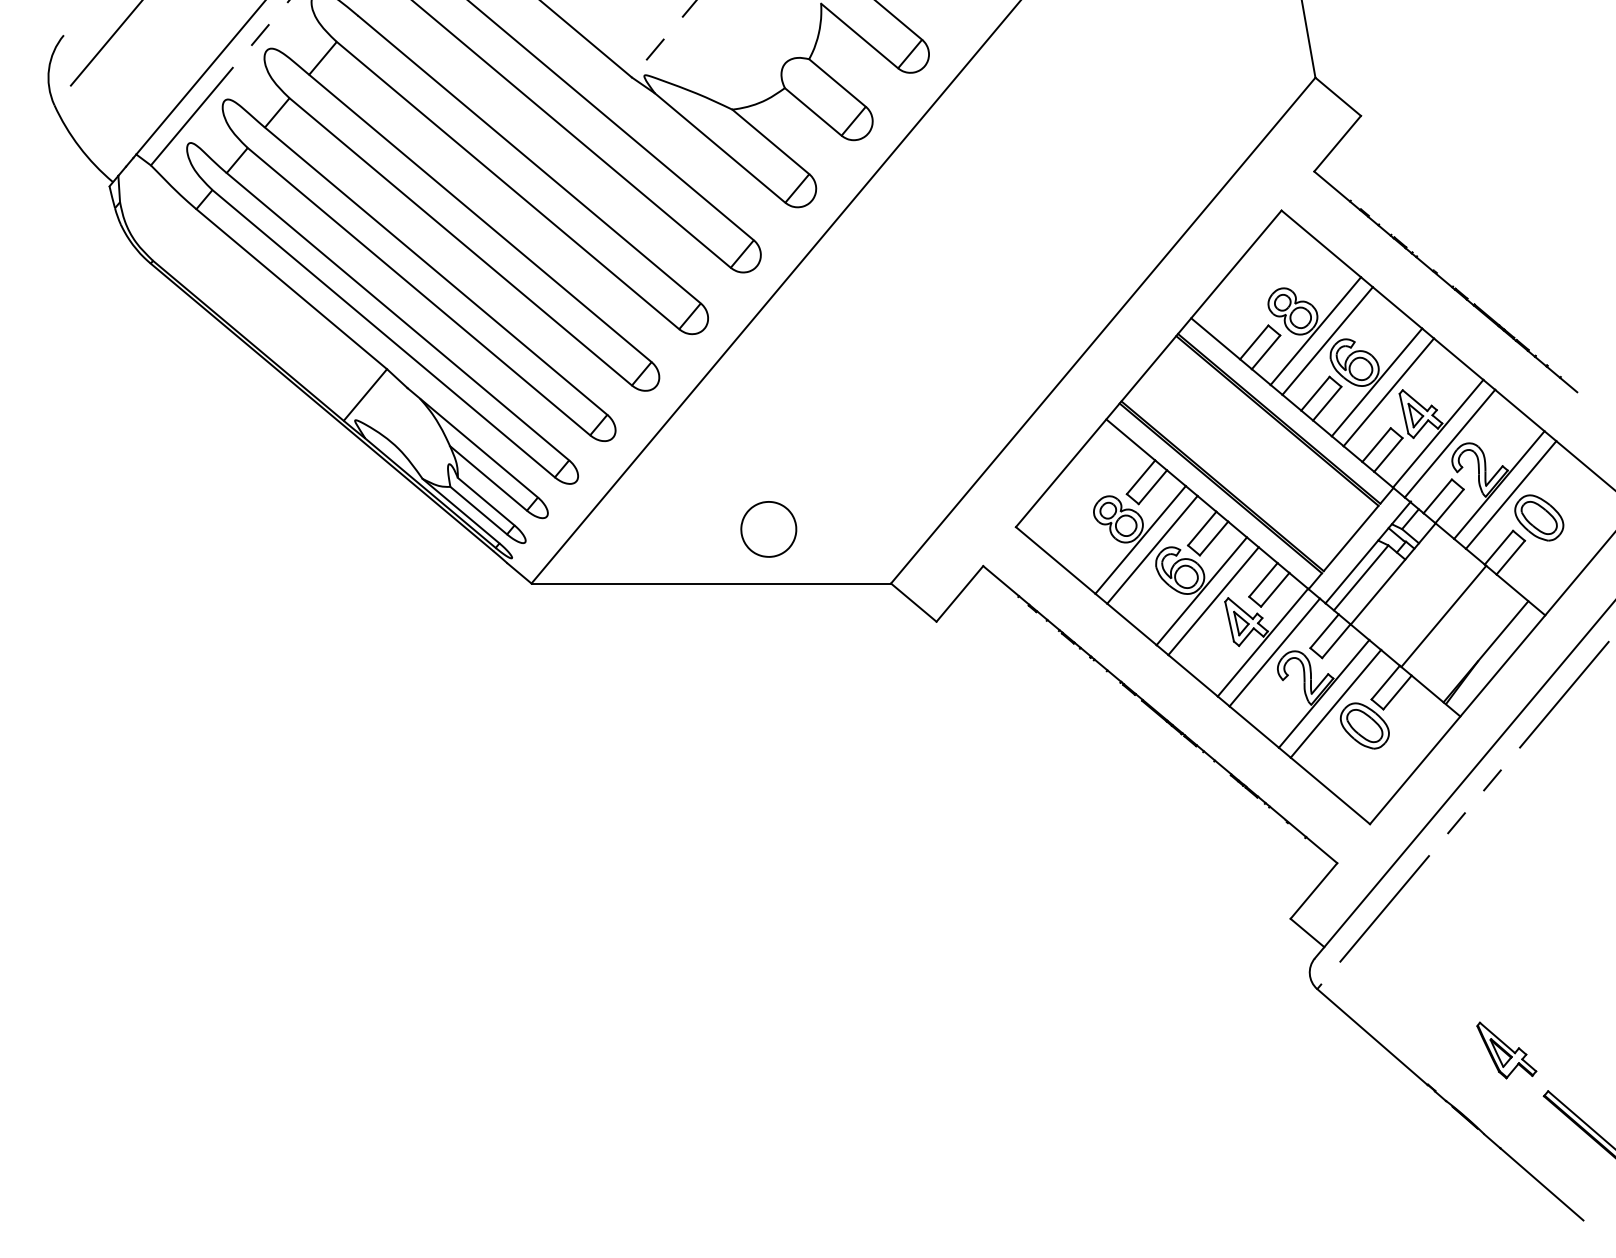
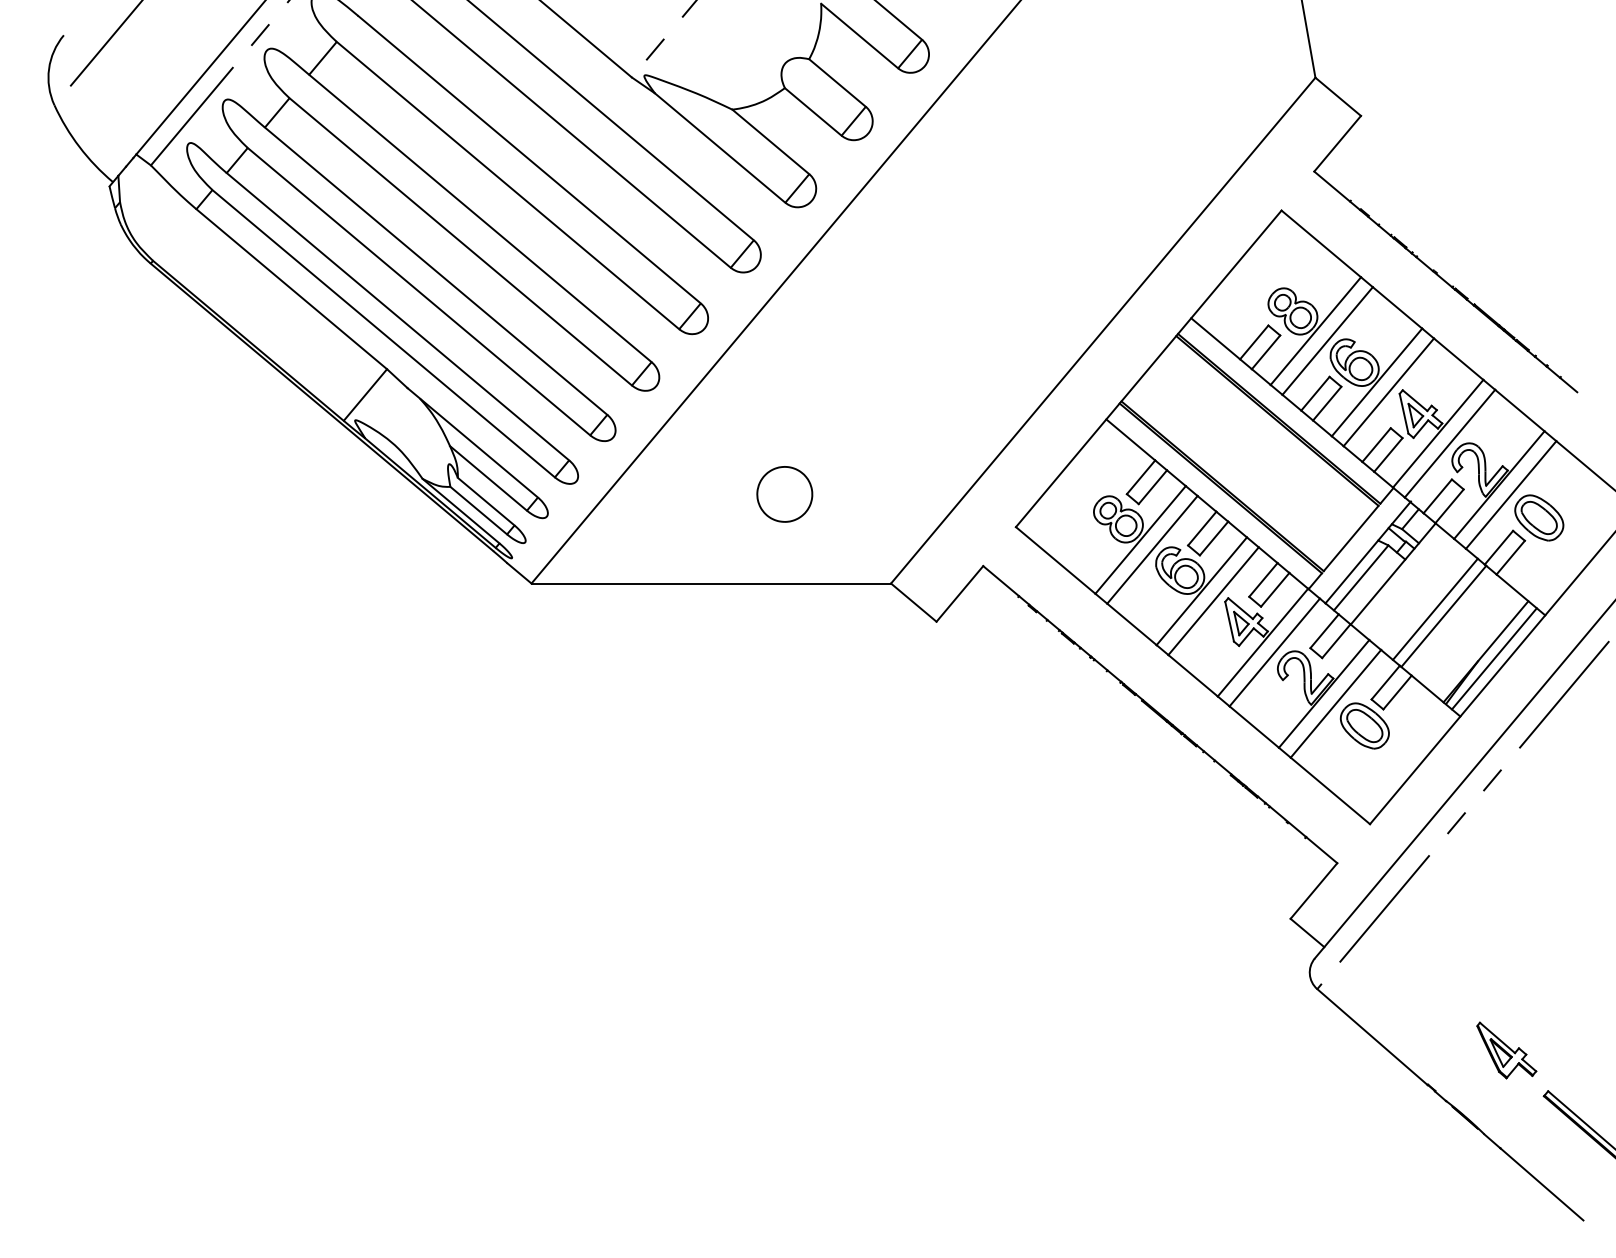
part at (768, 529) position: (768, 529) -> (784, 494)
line at (1434, 608): none -> present
line at (1493, 658): none -> present
